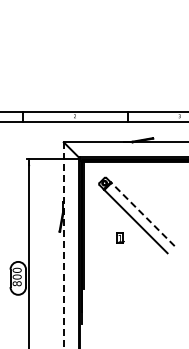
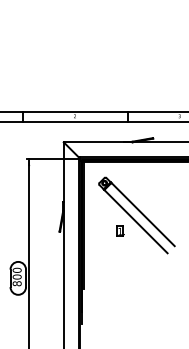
line at (143, 214): dashed -> solid
part at (120, 237) position: (120, 237) -> (120, 230)
line at (63, 245): dashed -> solid
